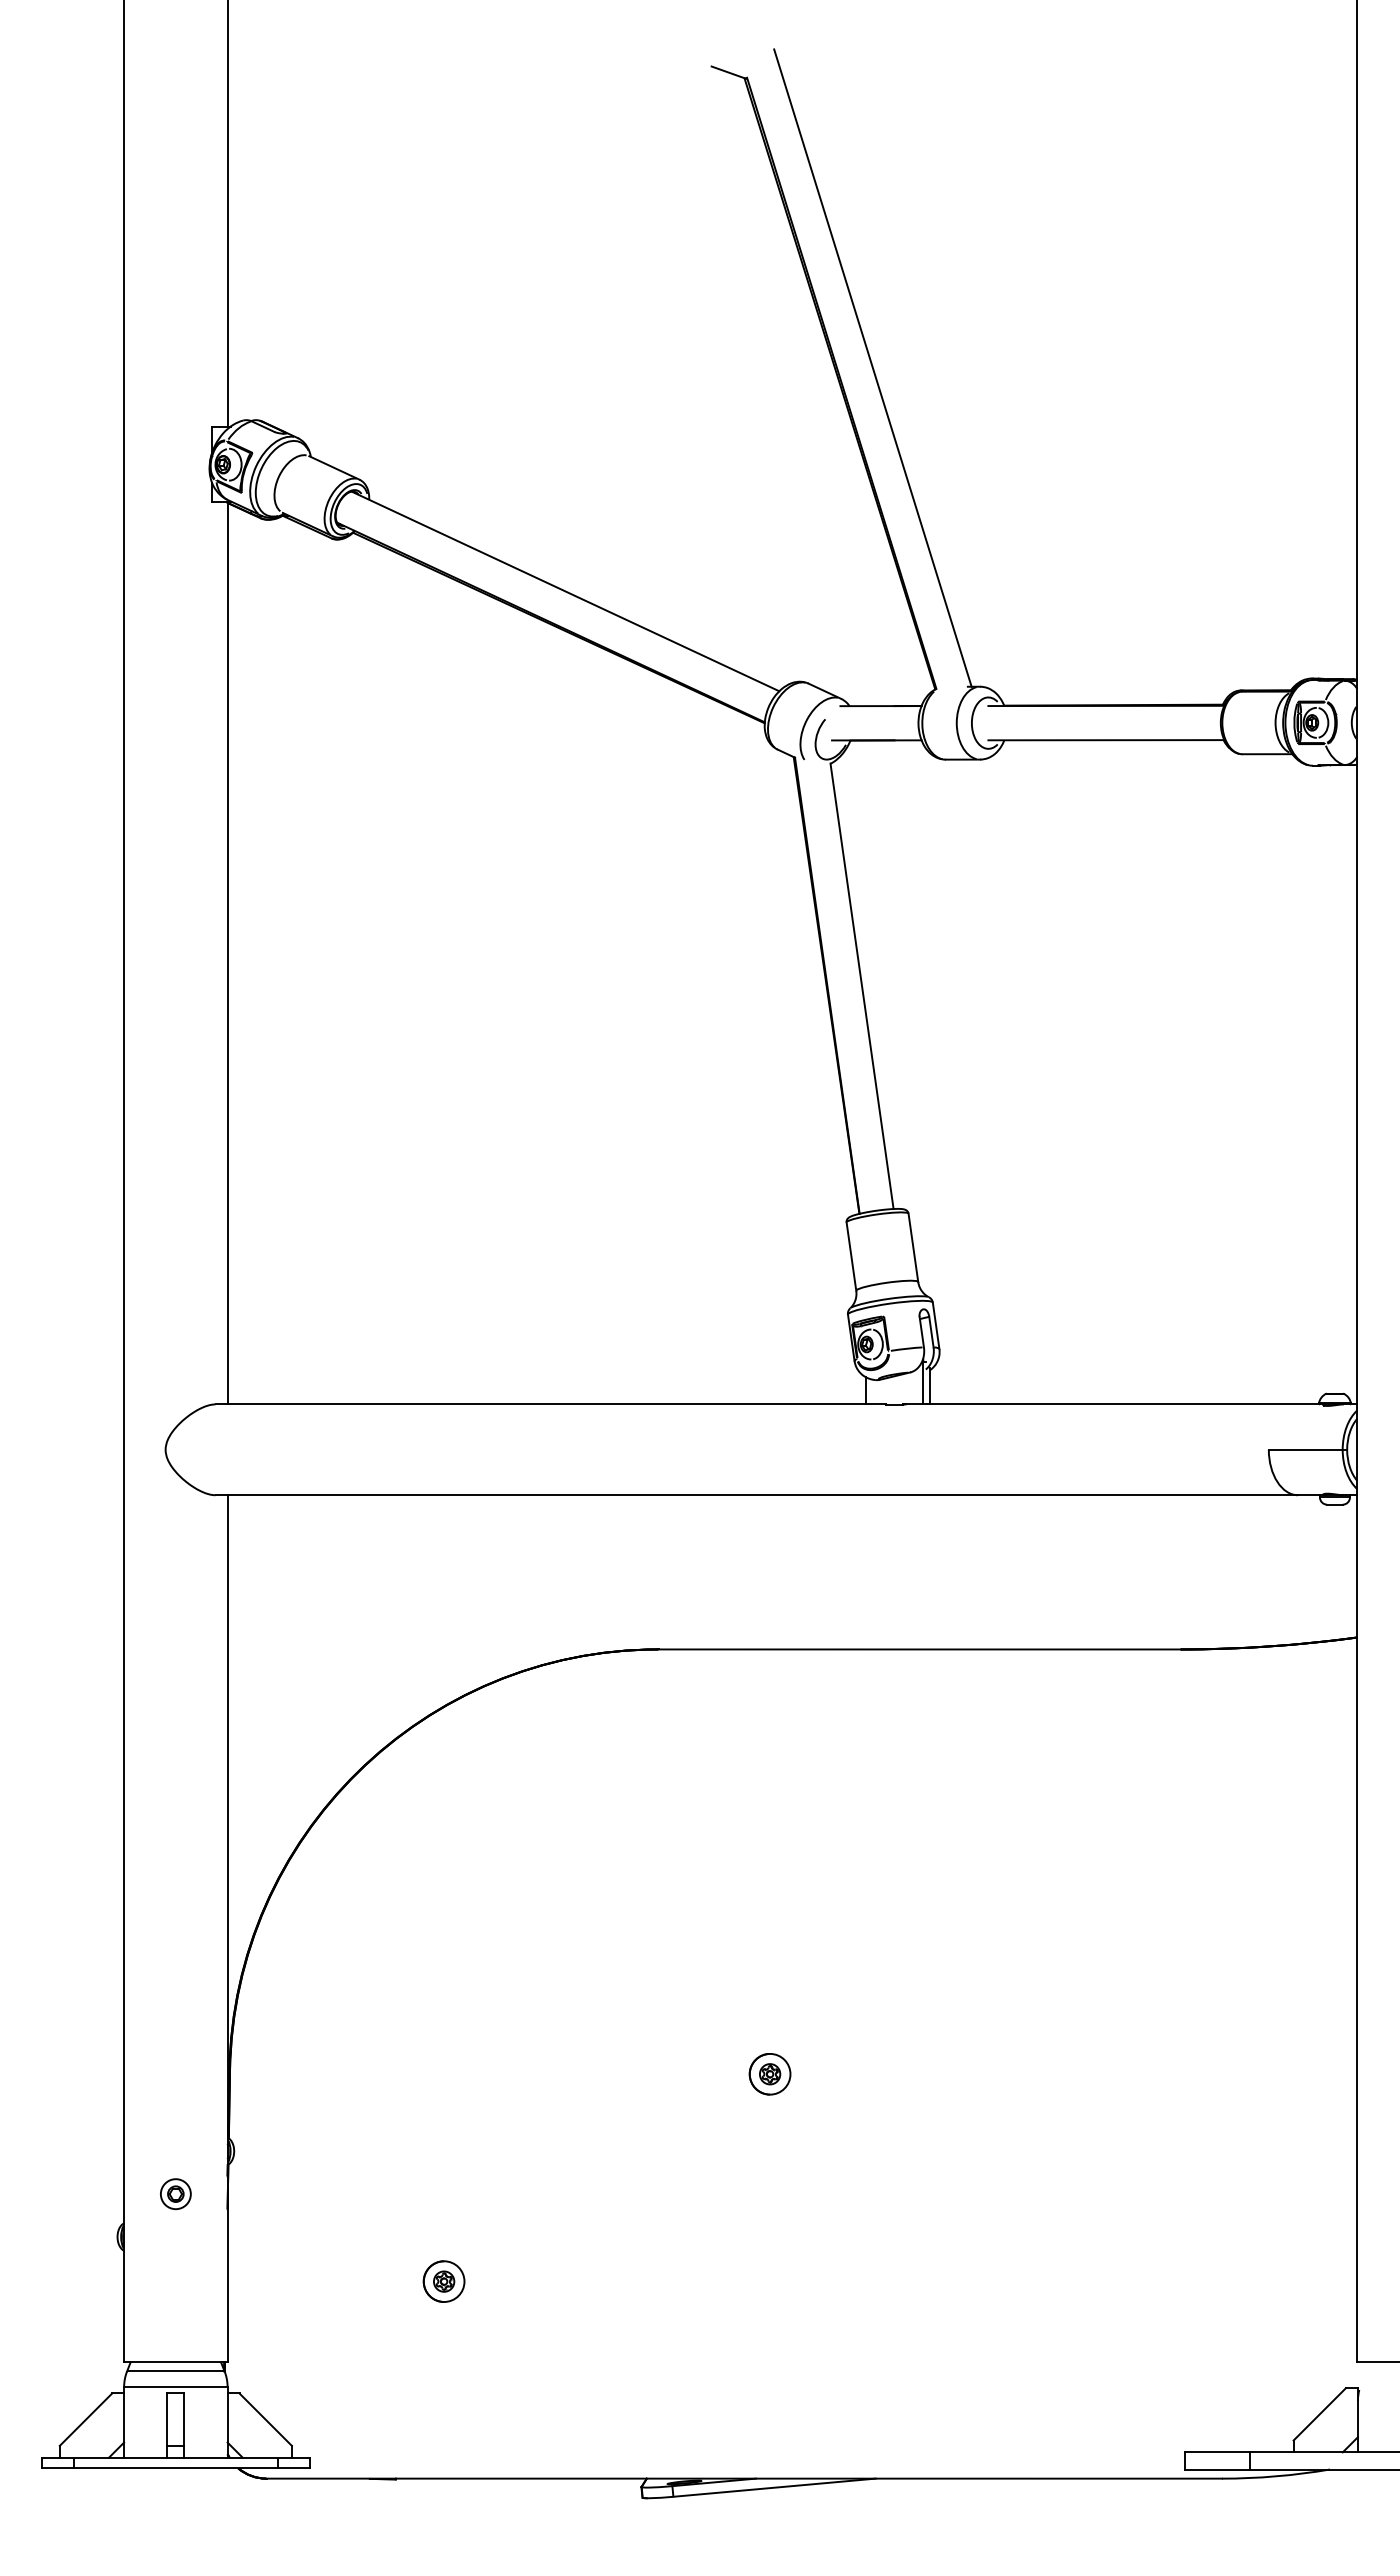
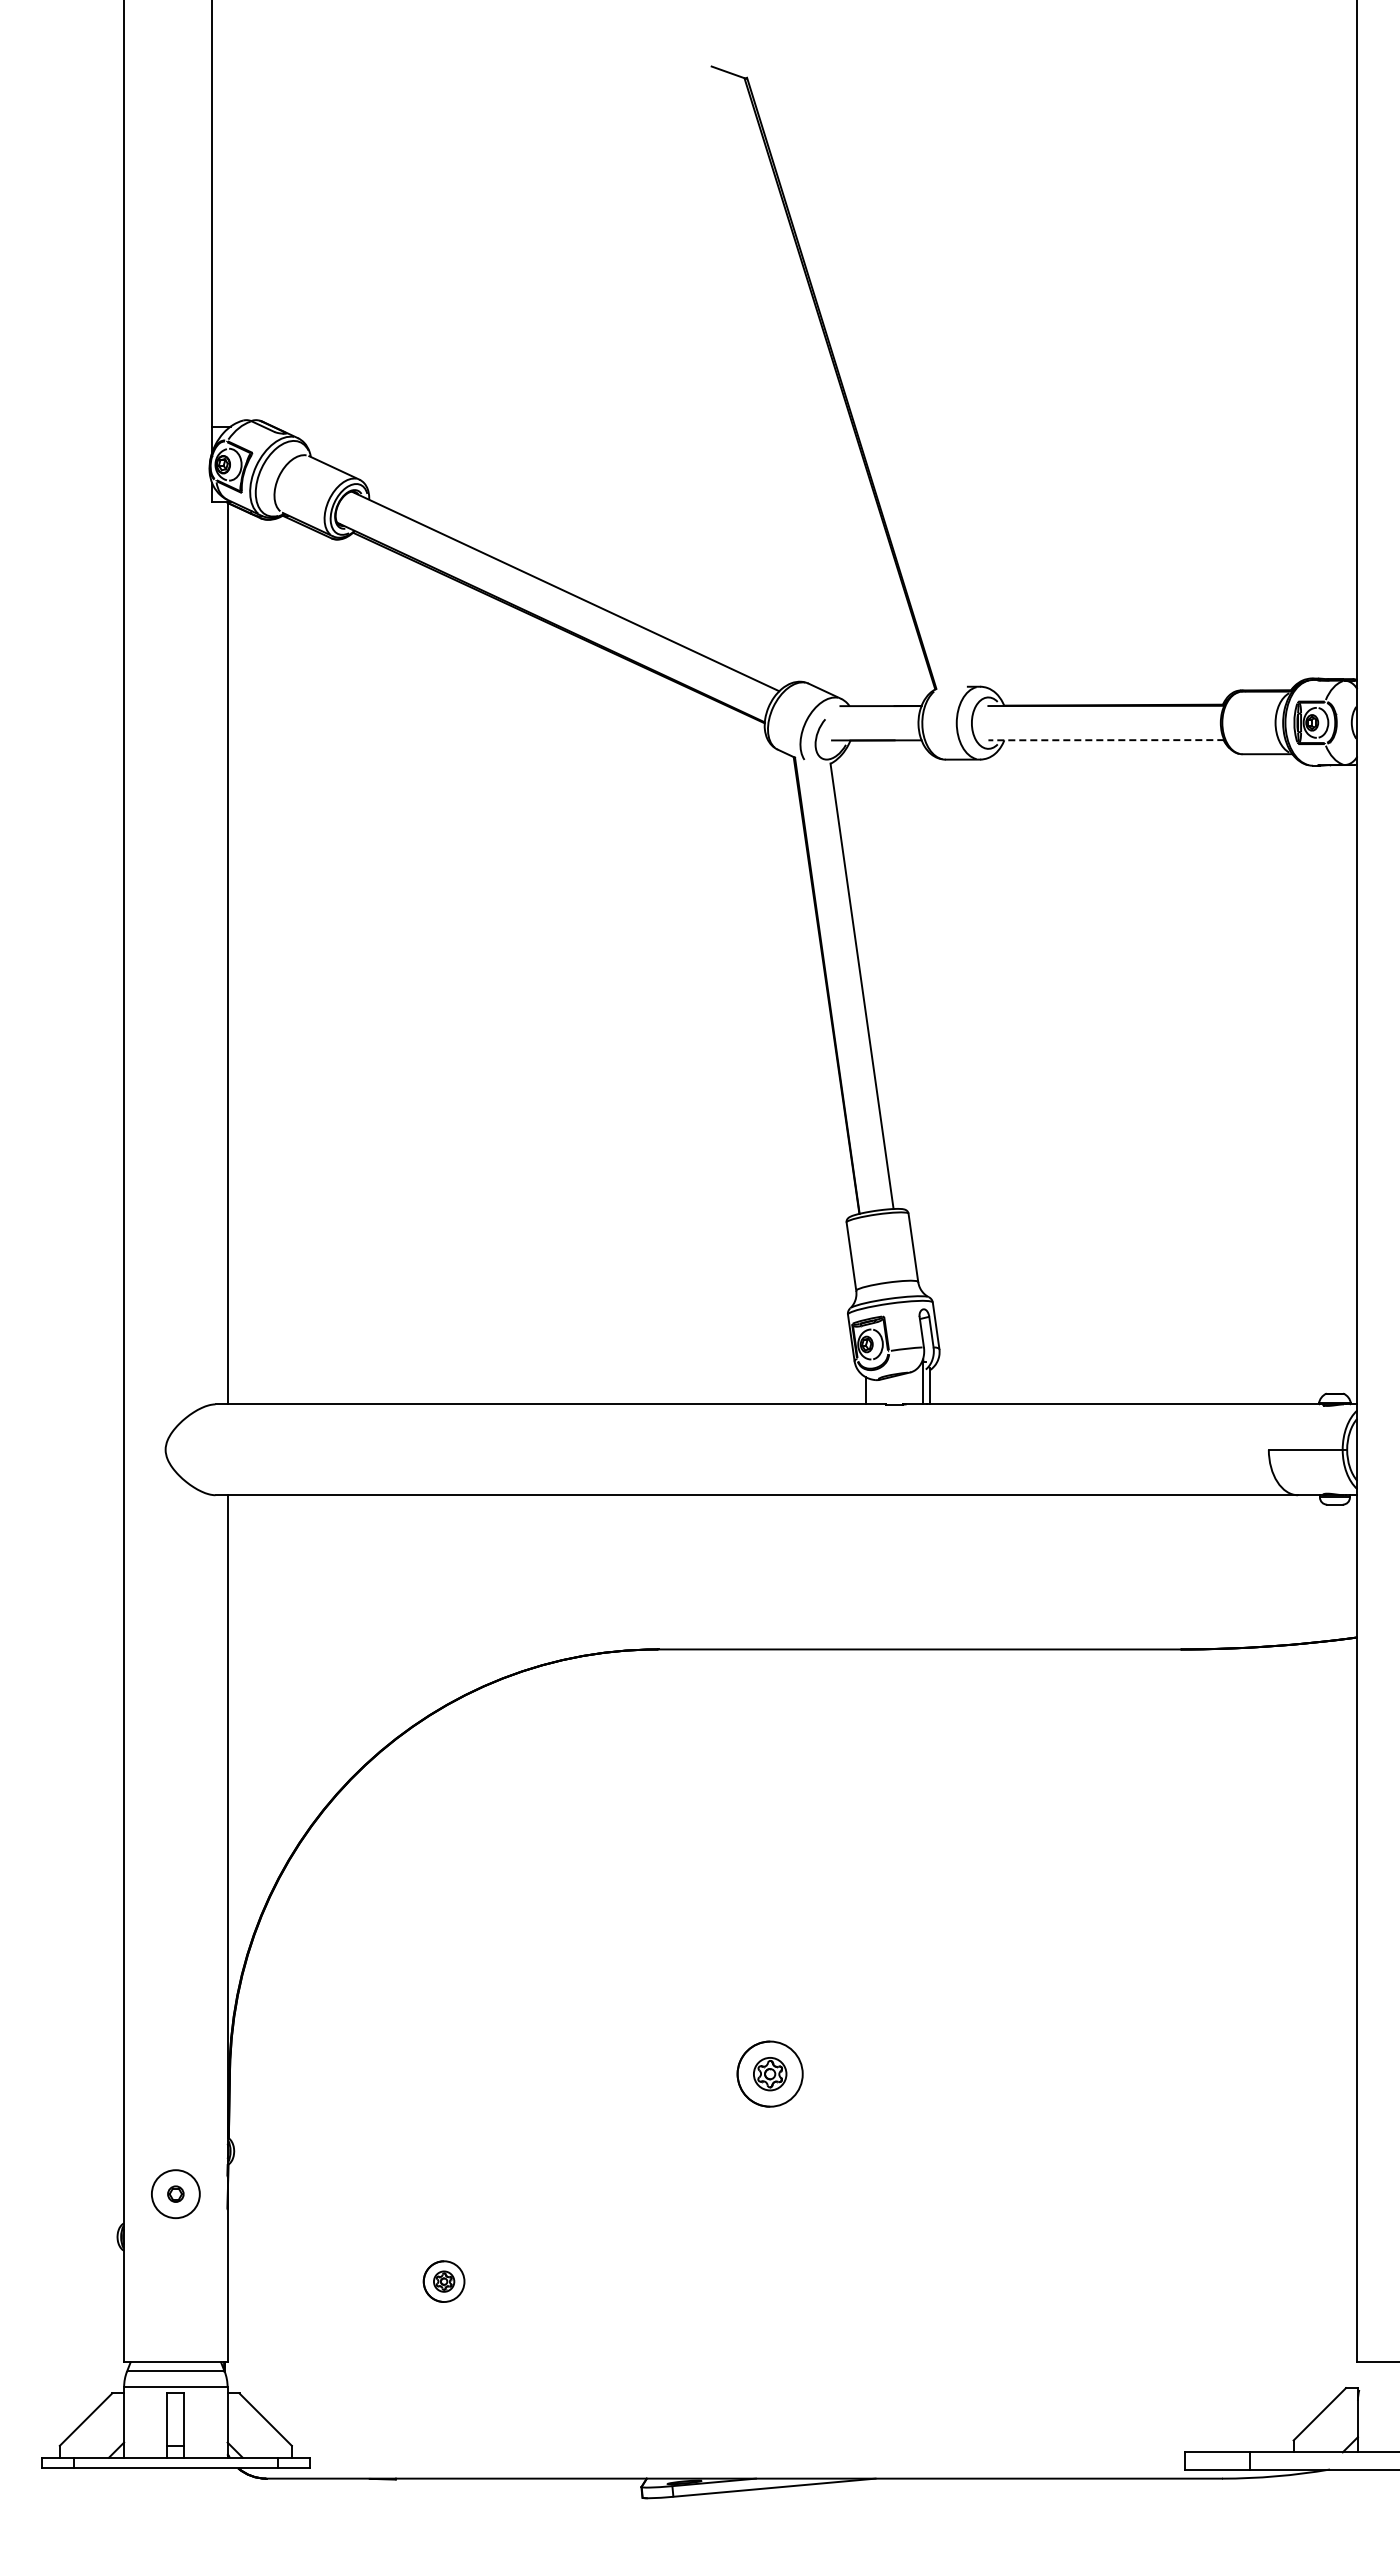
line at (227, 214) position: (227, 214) -> (211, 214)
line at (872, 367): present -> none
line at (1106, 740): solid -> dashed
part at (769, 2074) size: 44x43 px -> 68x68 px
circle at (175, 2194) diameter: 30 px -> 48 px
